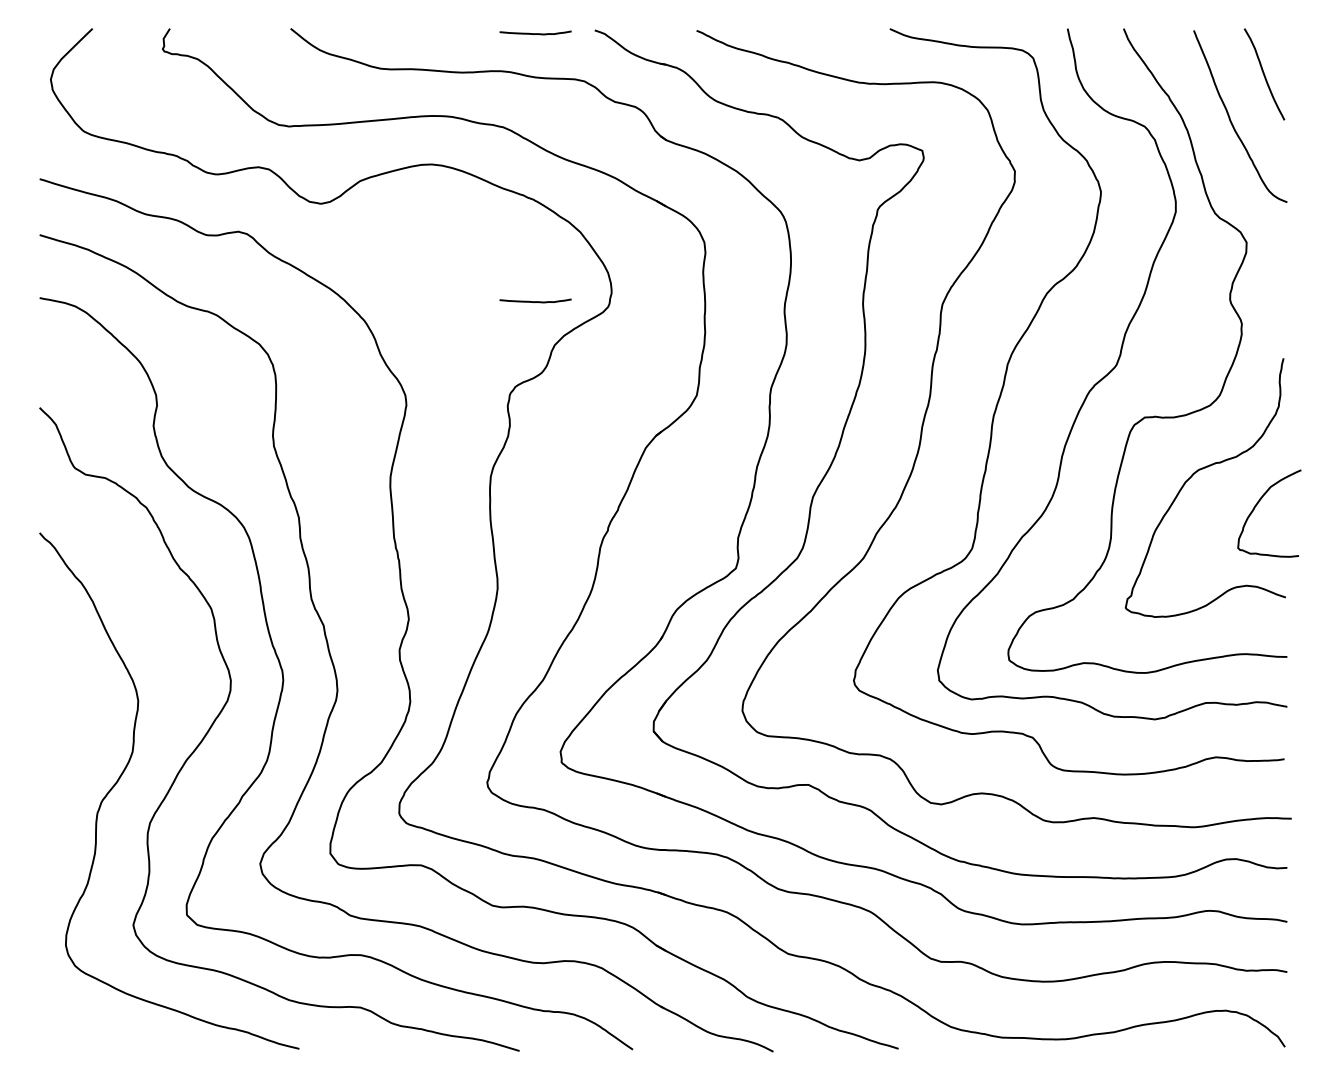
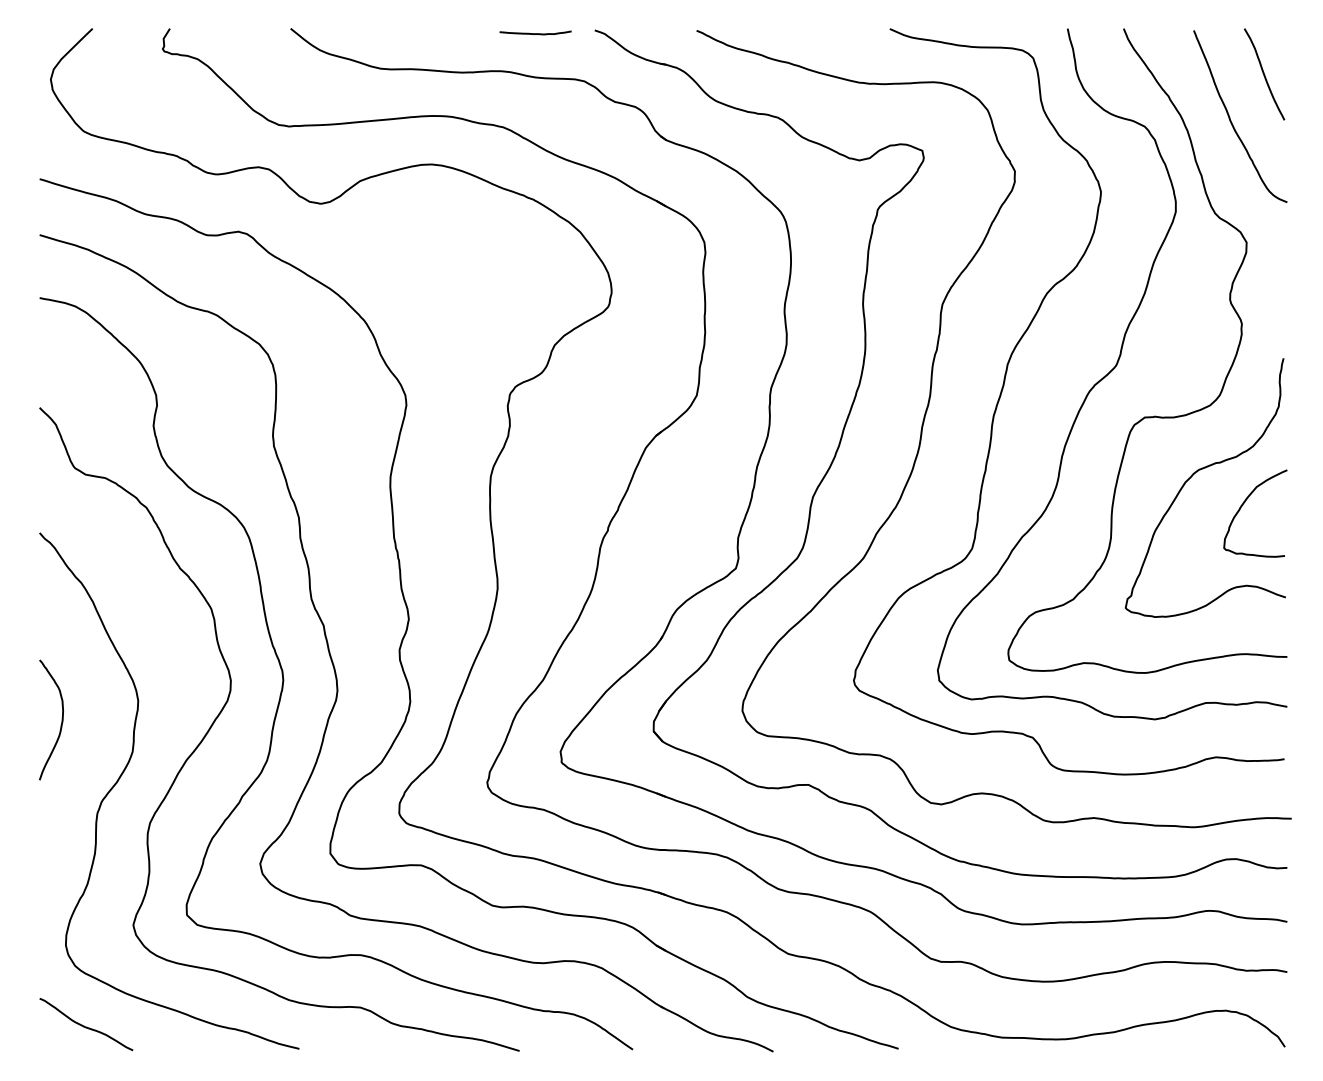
curve at (535, 301): present -> none
curve at (1257, 505) position: (1257, 505) -> (1243, 505)
curve at (61, 719): none -> present
curve at (86, 1026): none -> present
